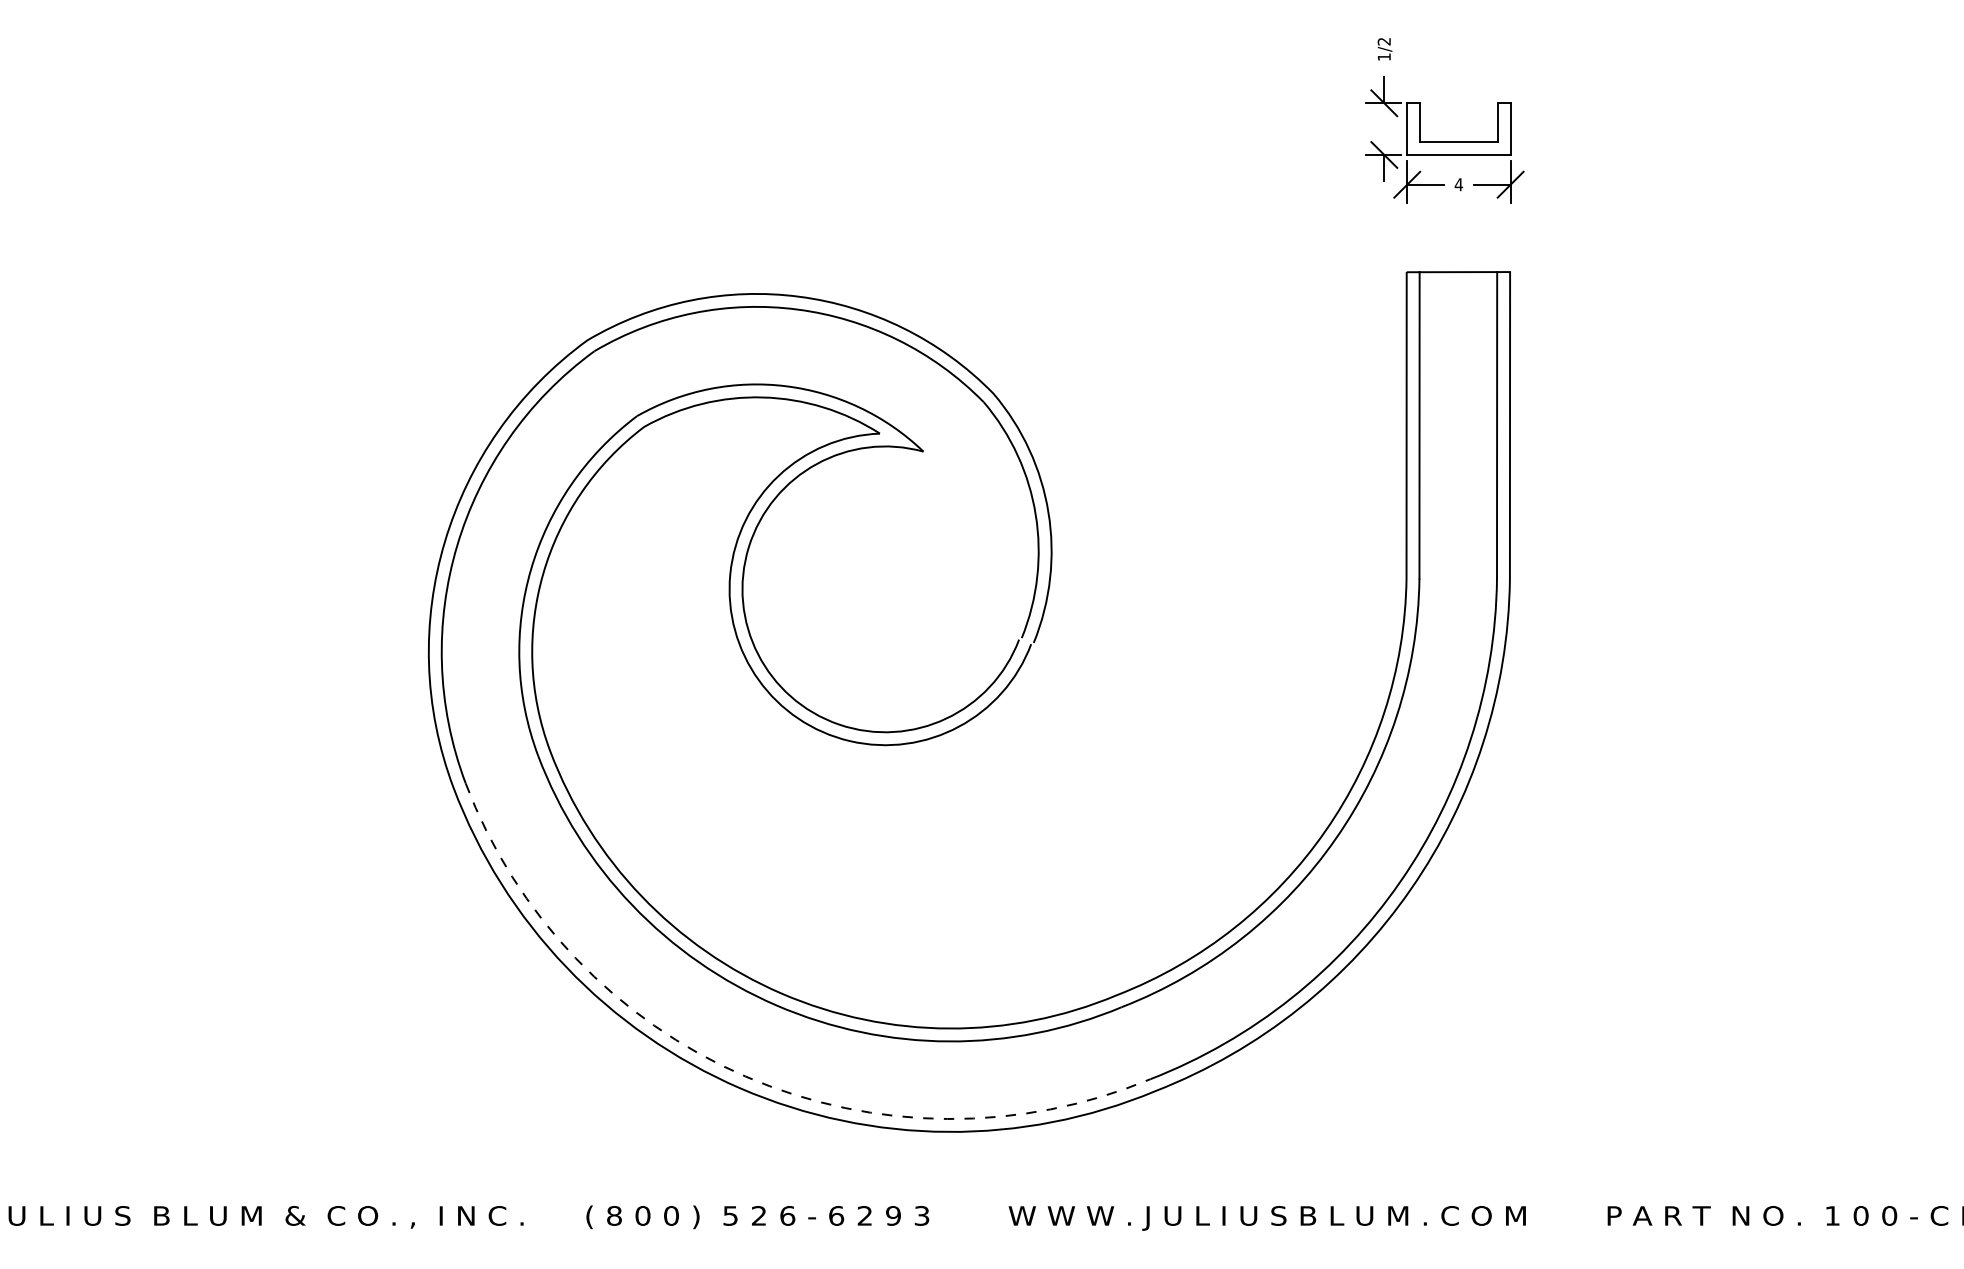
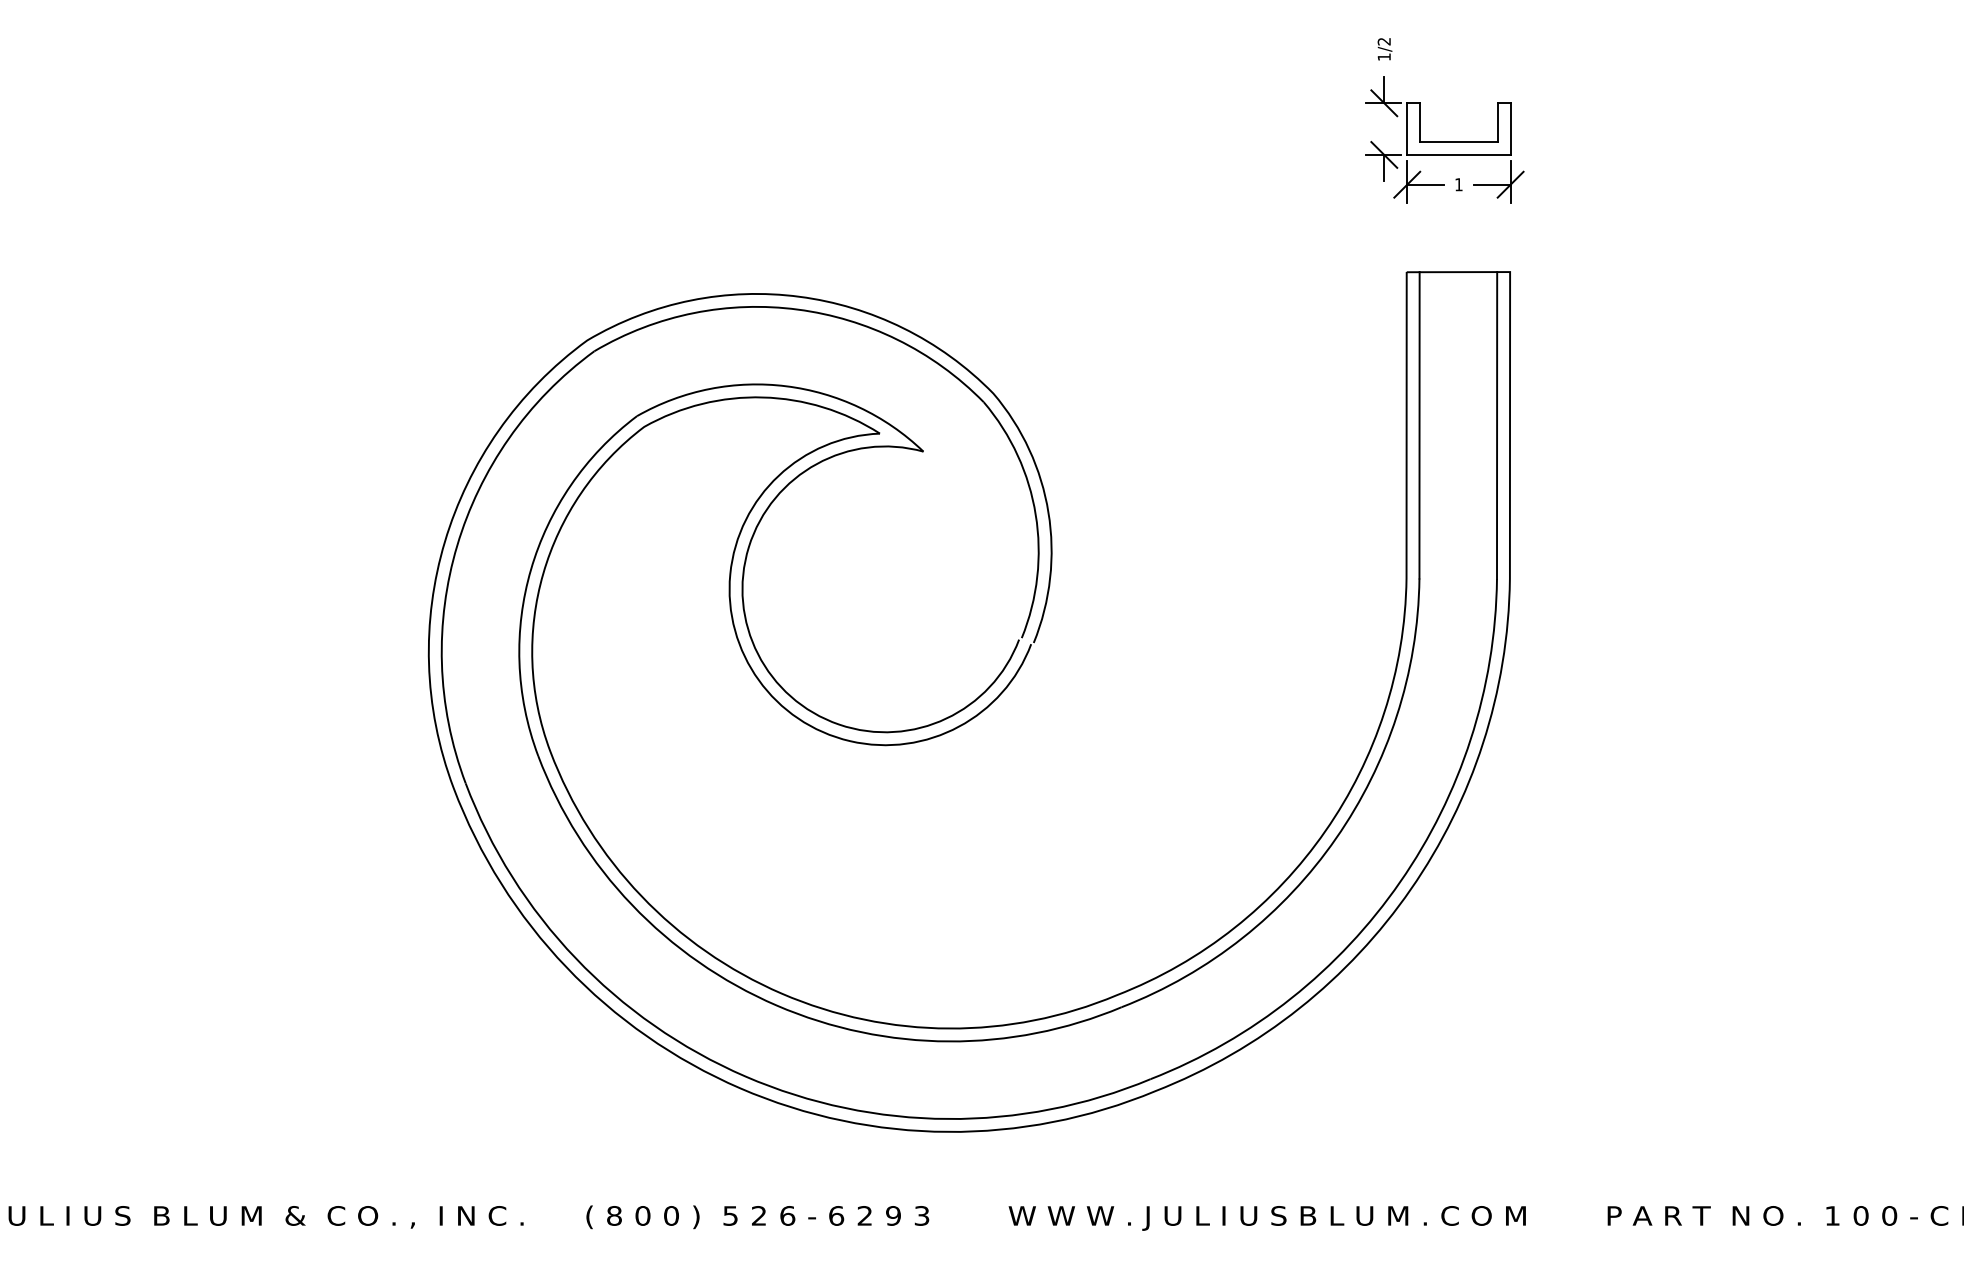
text at (1458, 184): 4 -> 1
arc at (745, 1076): dashed -> solid
